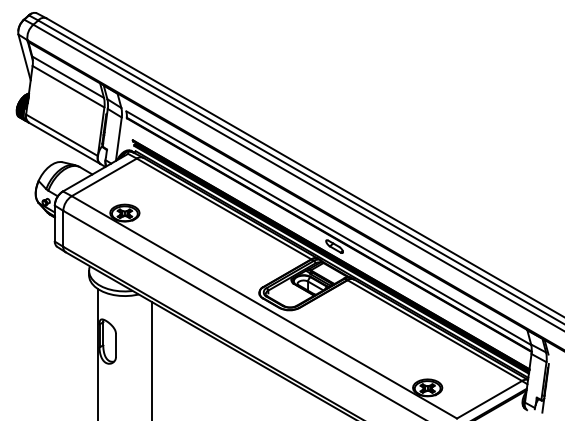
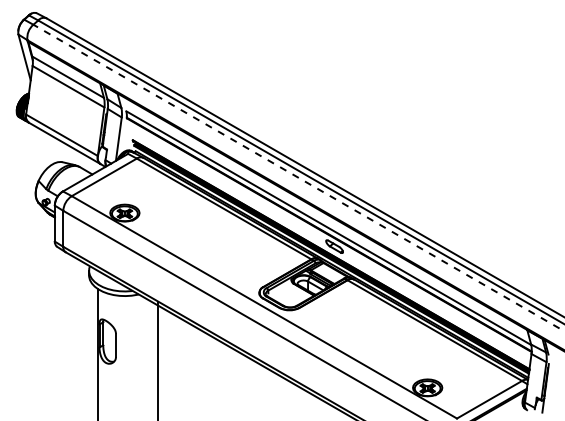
line at (298, 178): solid -> dashed
line at (151, 359) position: (151, 359) -> (157, 359)
